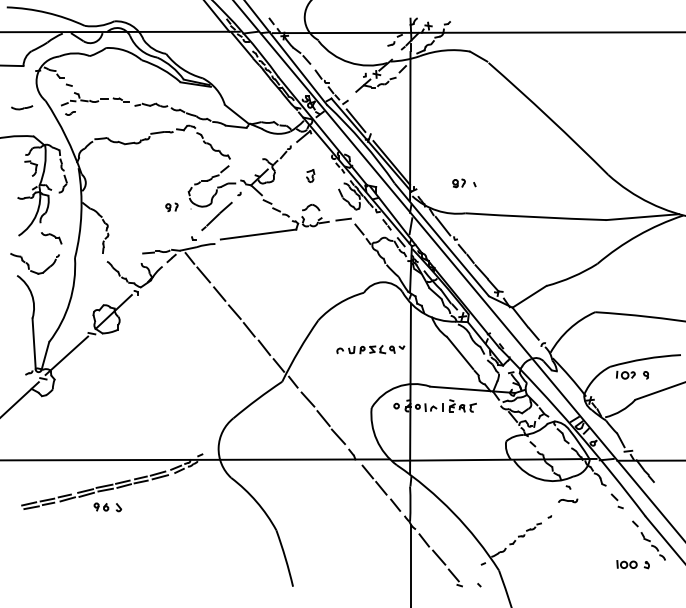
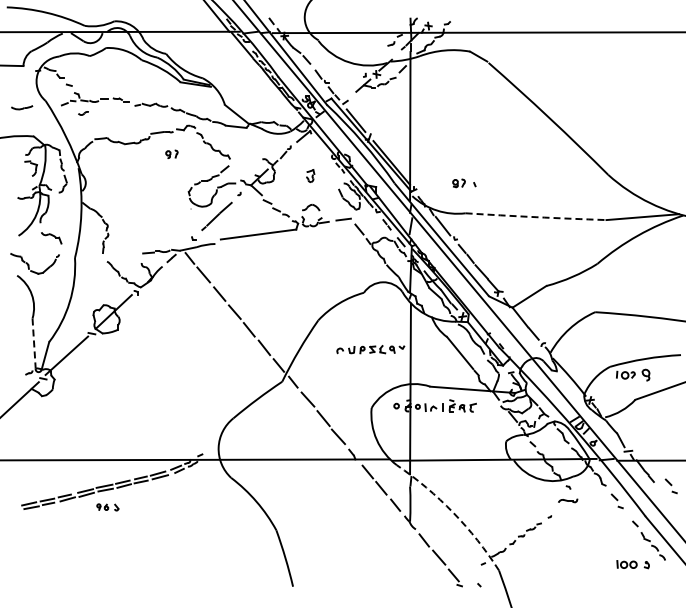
part at (70, 113) position: (70, 113) -> (83, 113)
part at (171, 206) position: (171, 206) -> (171, 153)
arc at (536, 217): solid -> dashed
line at (34, 344): solid -> dashed
part at (645, 375) size: 6x9 px -> 10x14 px
part at (670, 486): none -> present
part at (107, 507) size: 30x11 px -> 24x9 px
arc at (453, 512): solid -> dashed
line at (411, 564): present -> none
